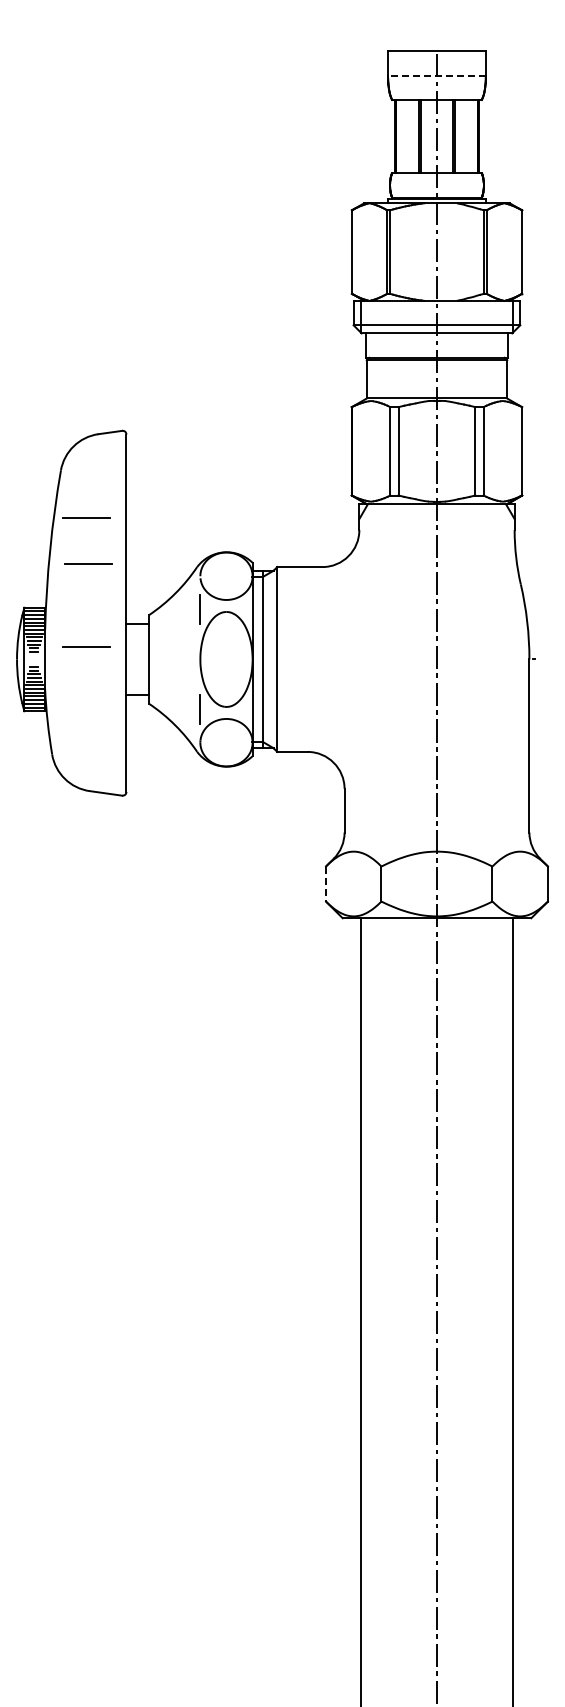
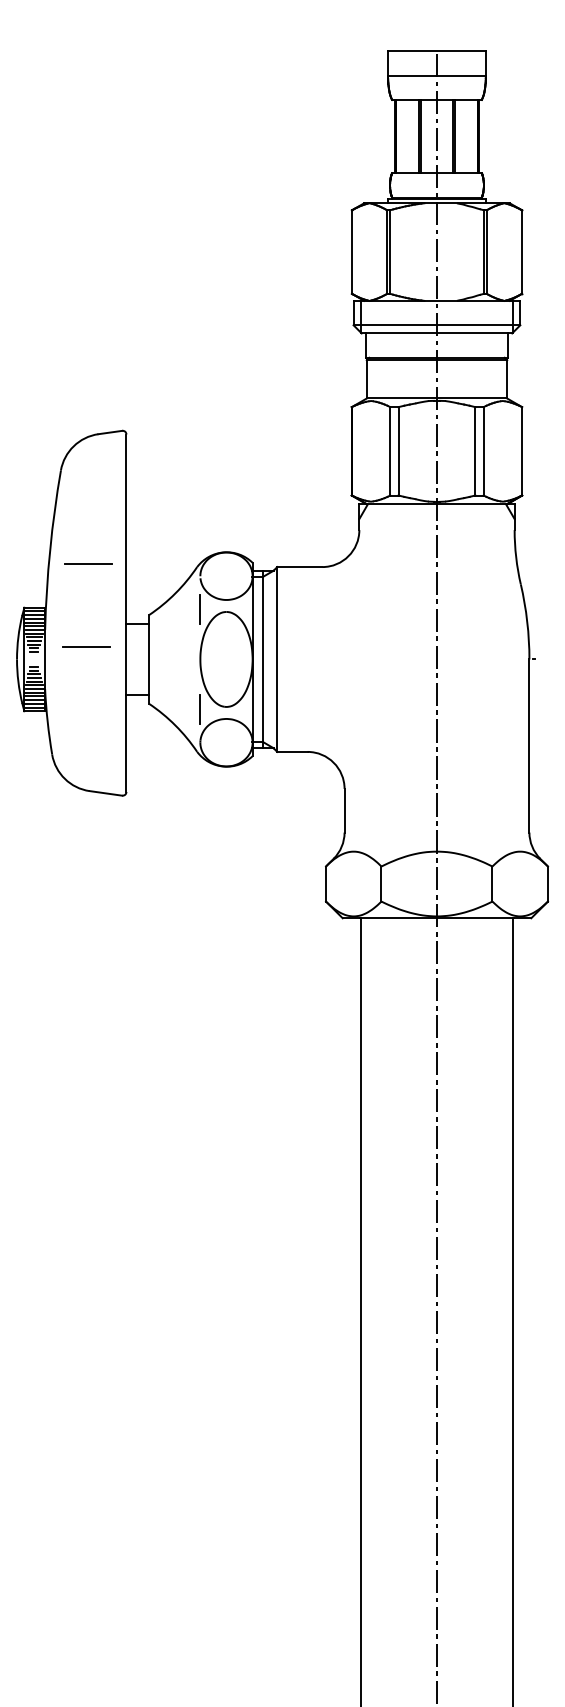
line at (437, 75): dashed -> solid
line at (86, 517): present -> none
line at (326, 884): dashed -> solid
